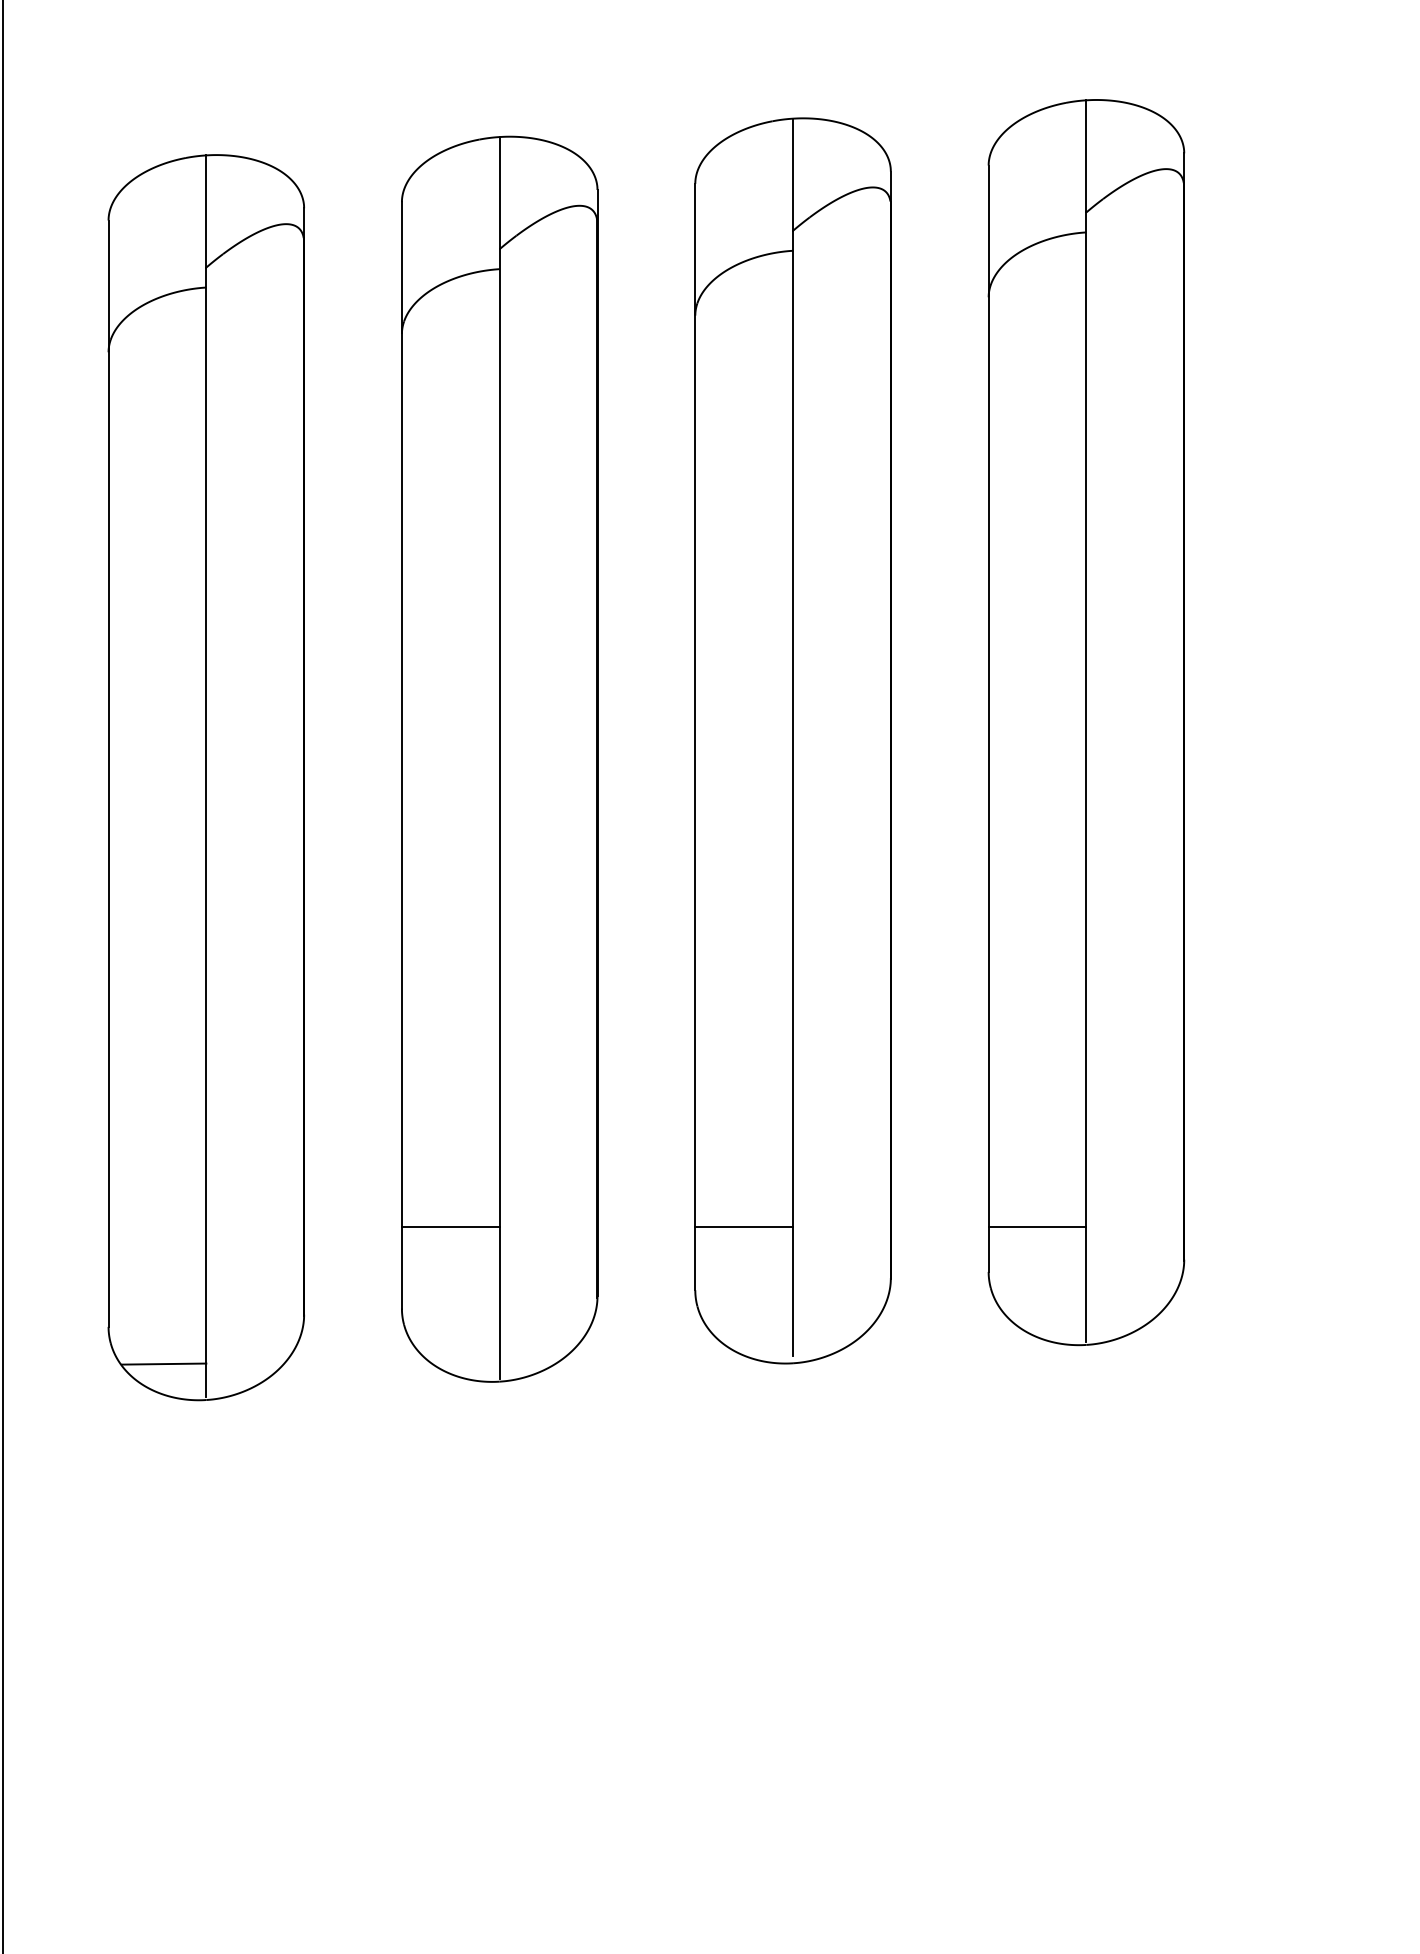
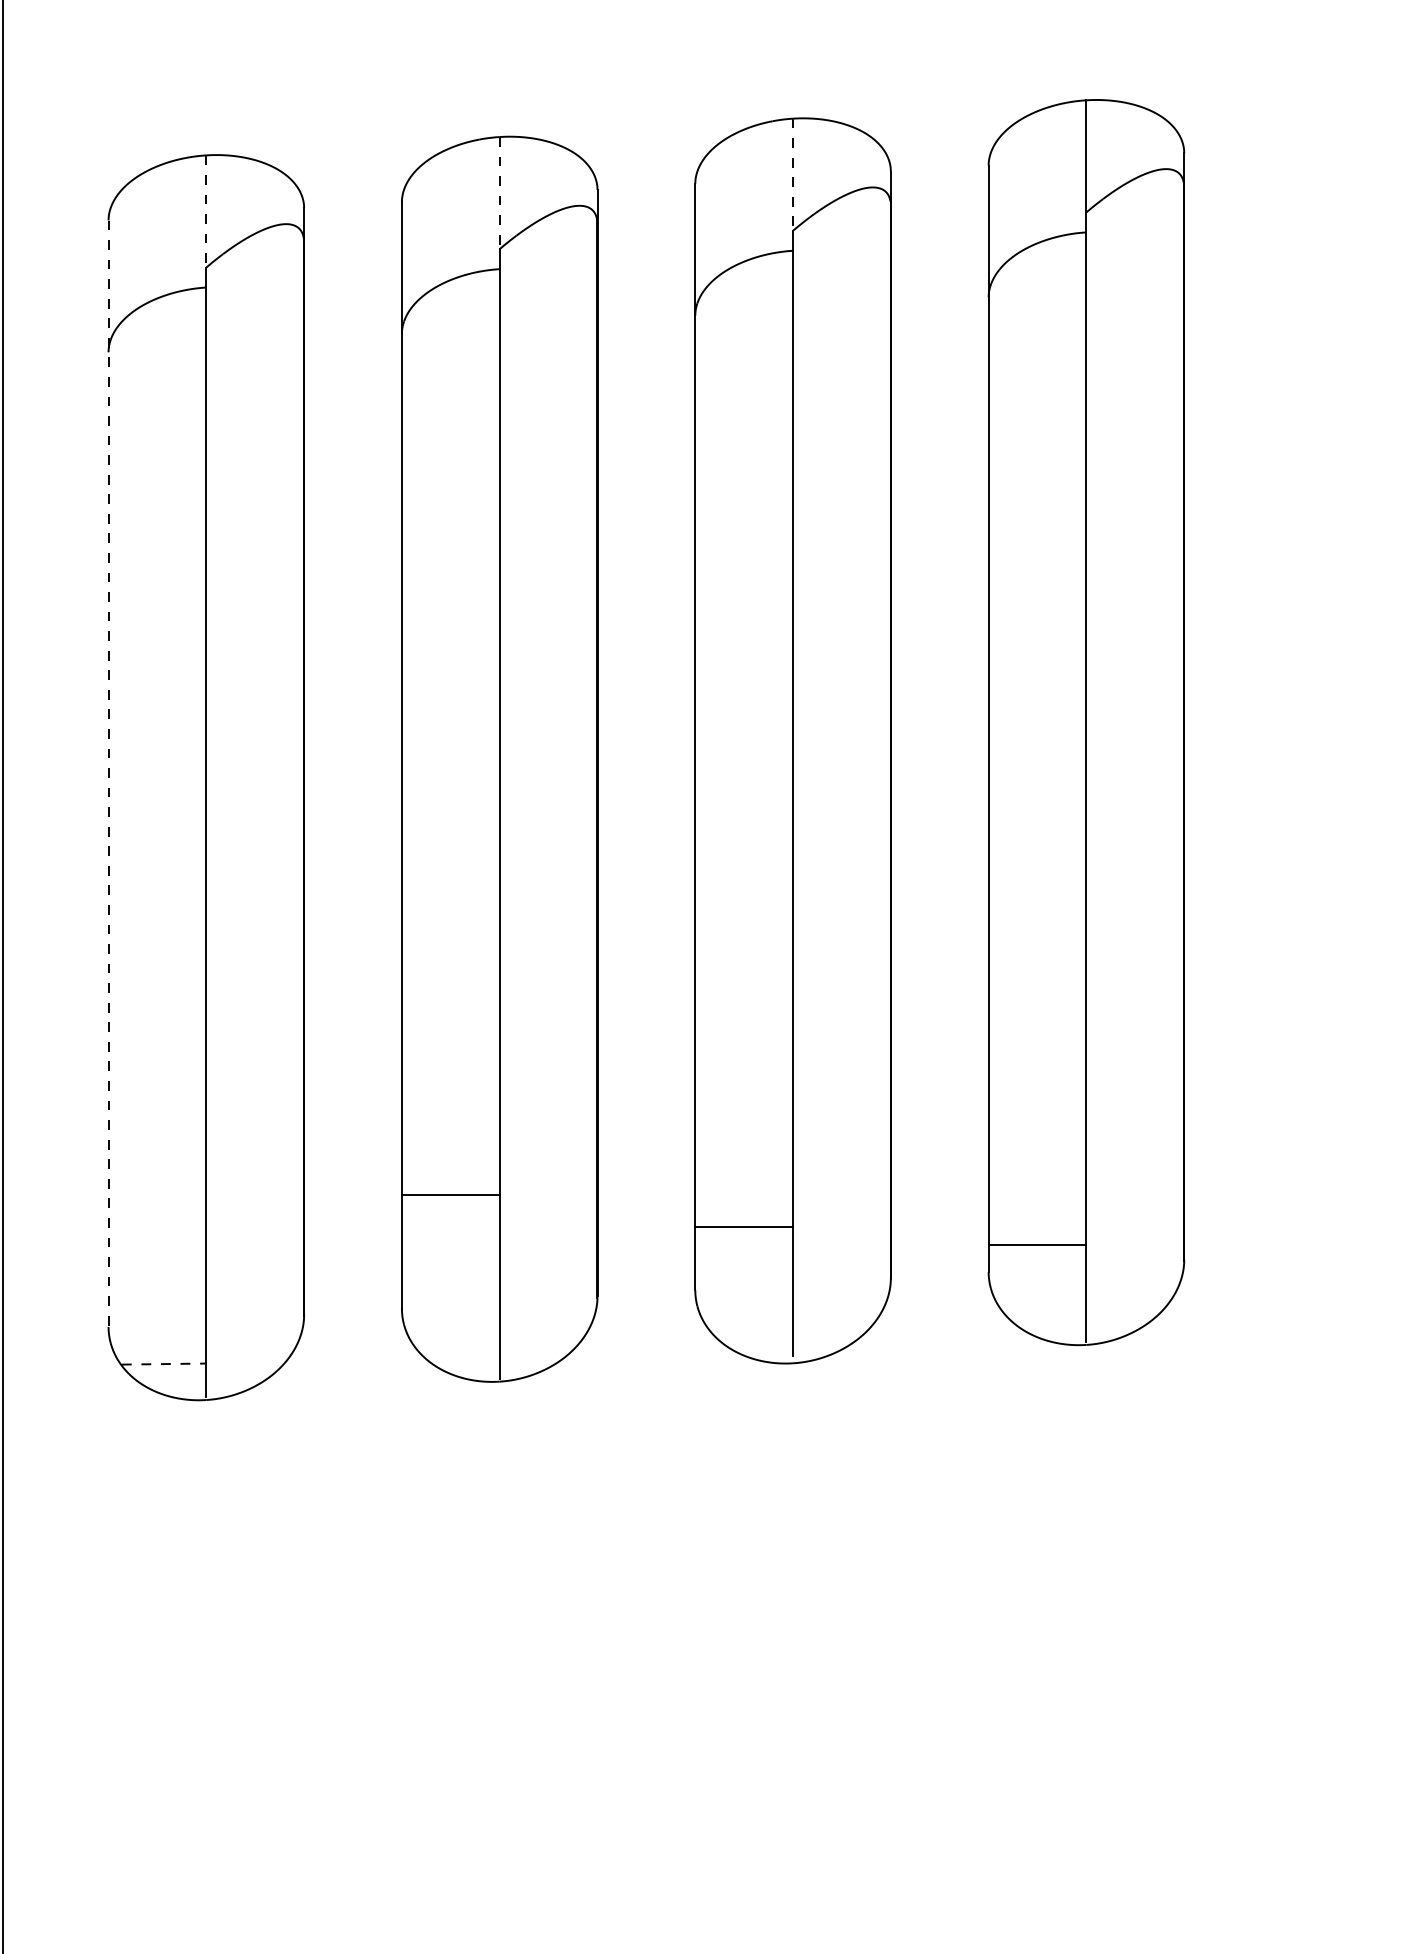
line at (793, 175): solid -> dashed
line at (499, 193): solid -> dashed
line at (206, 211): solid -> dashed
line at (108, 774): solid -> dashed
line at (450, 1227) position: (450, 1227) -> (450, 1195)
line at (1037, 1227) position: (1037, 1227) -> (1037, 1245)
line at (164, 1364): solid -> dashed
